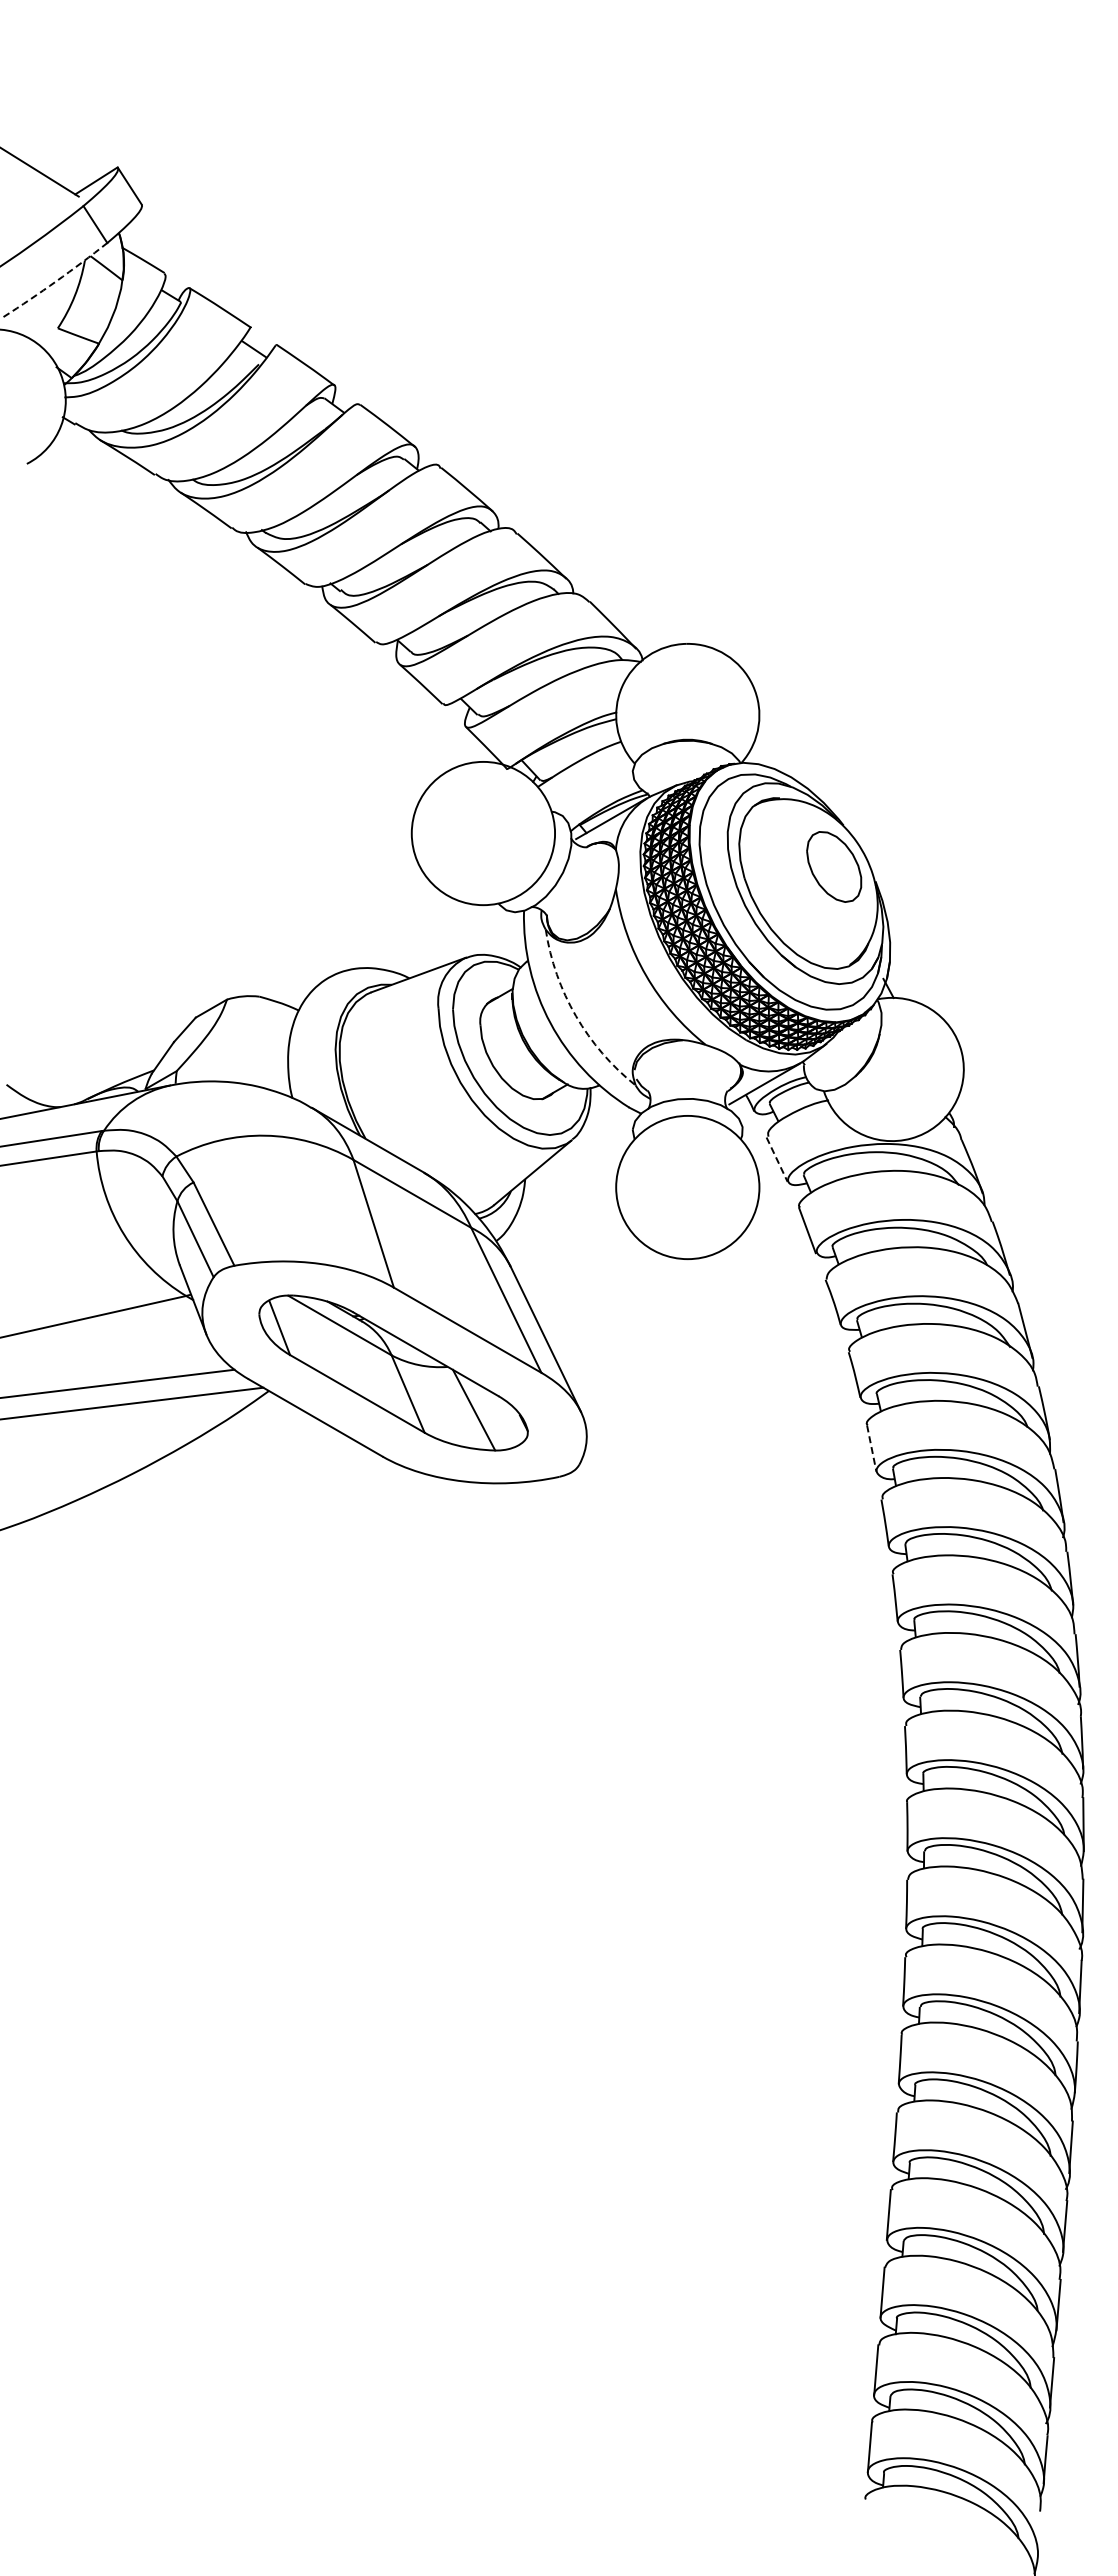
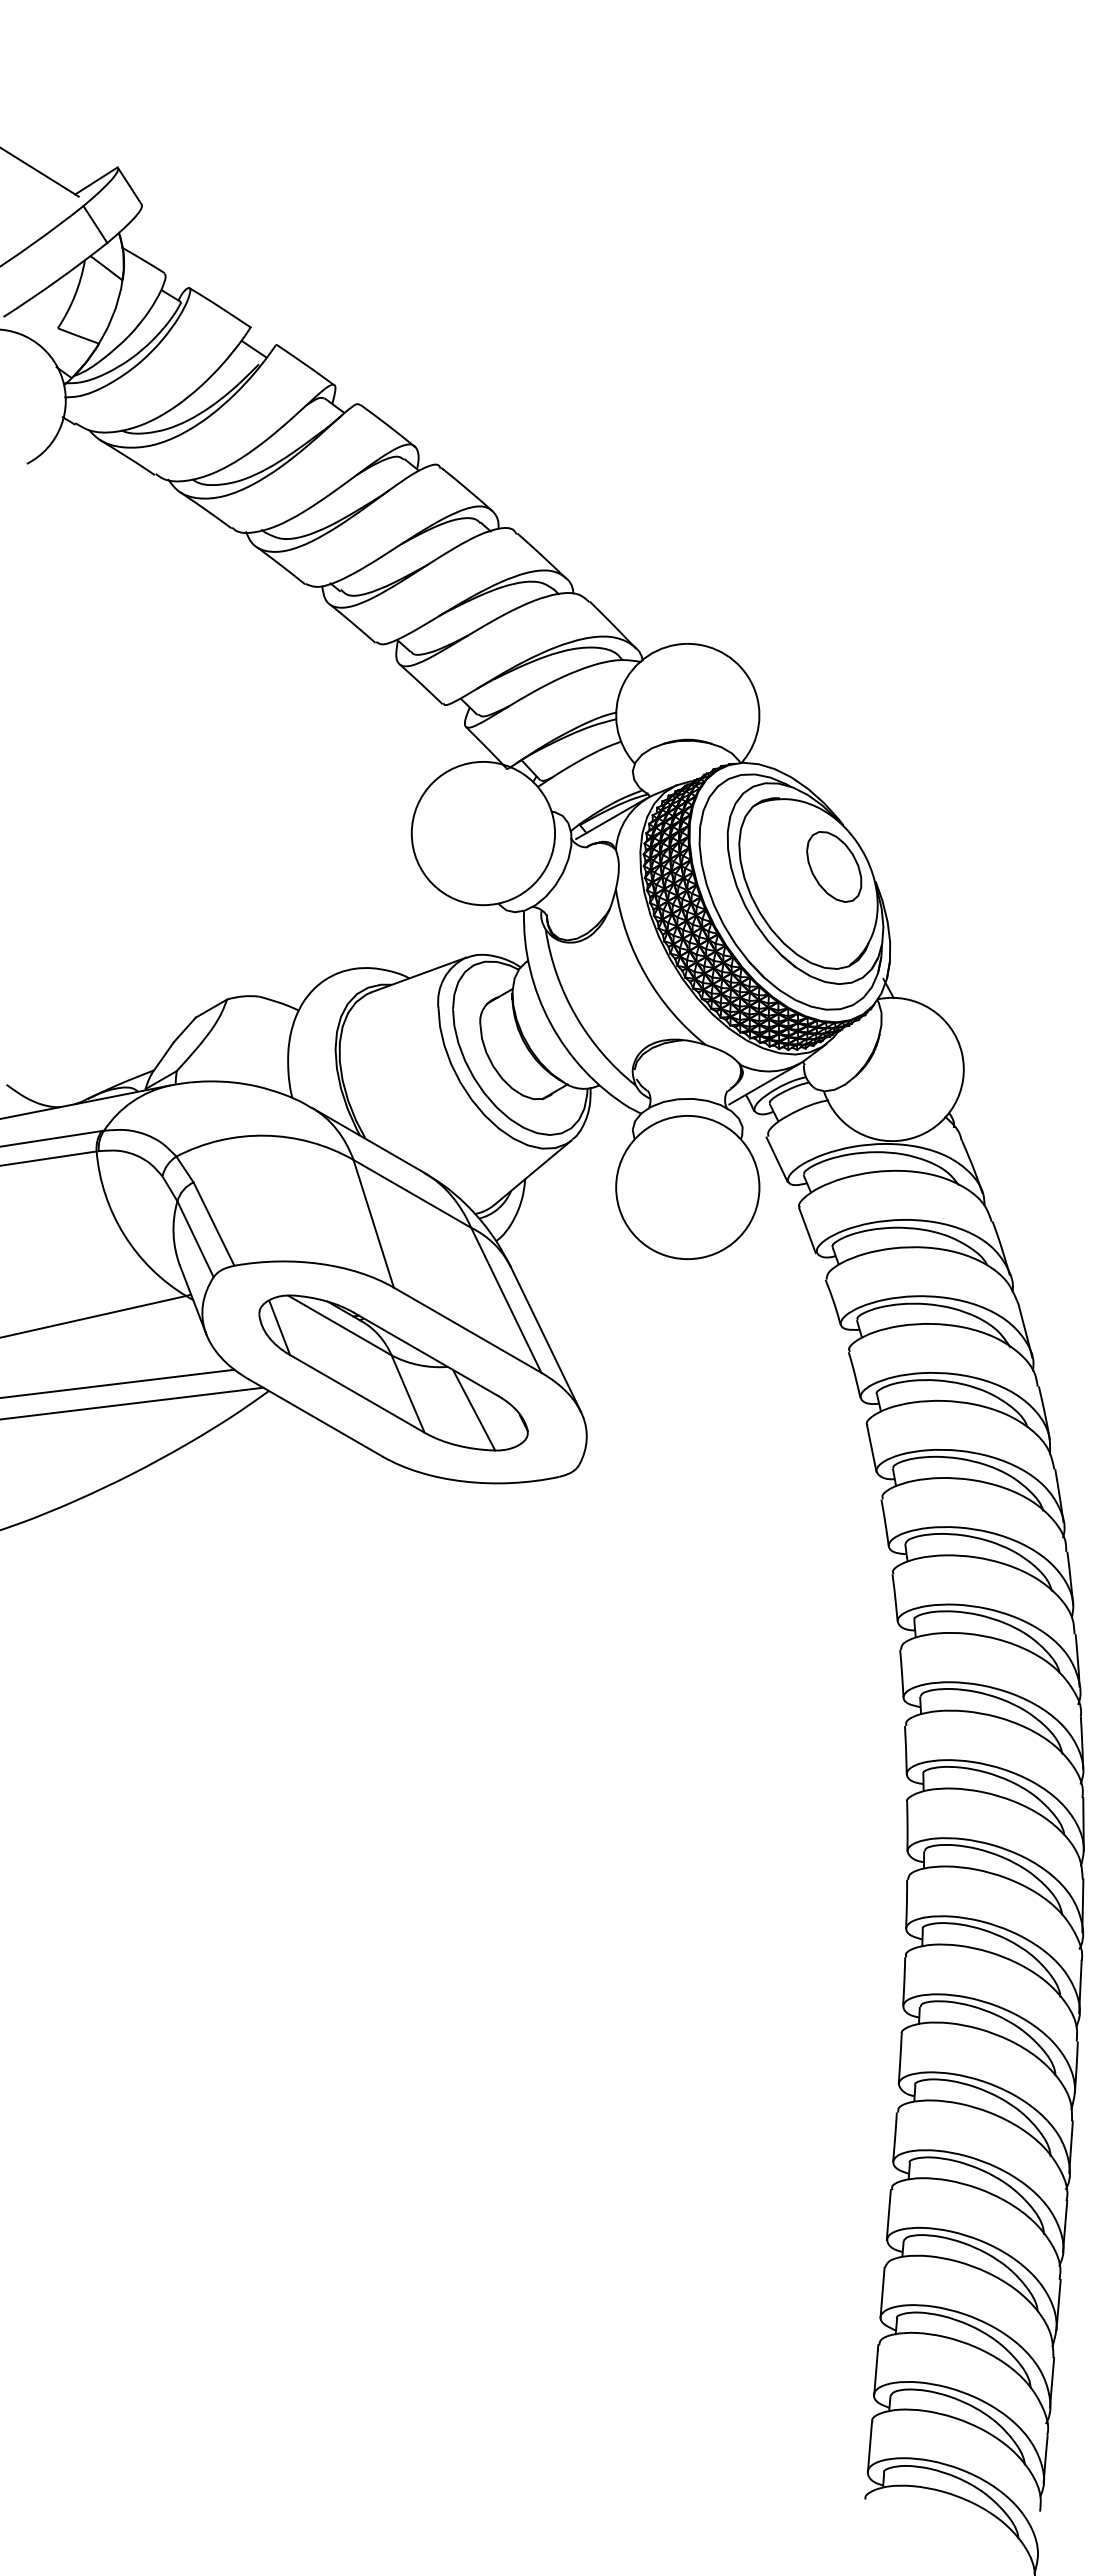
arc at (56, 281): dashed -> solid
arc at (575, 1016): dashed -> solid
line at (777, 1159): dashed -> solid
line at (871, 1448): dashed -> solid
